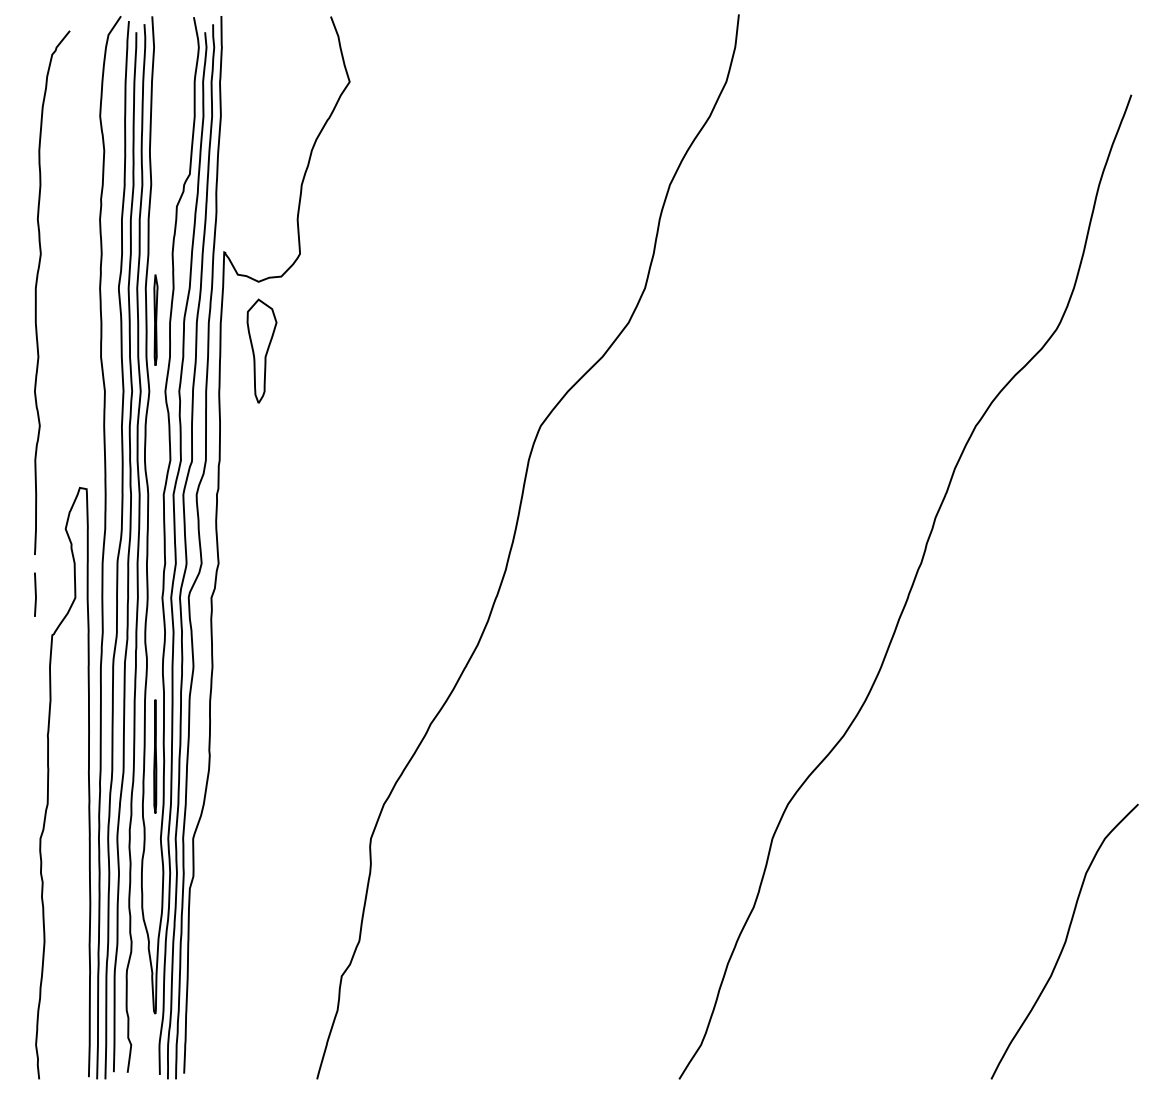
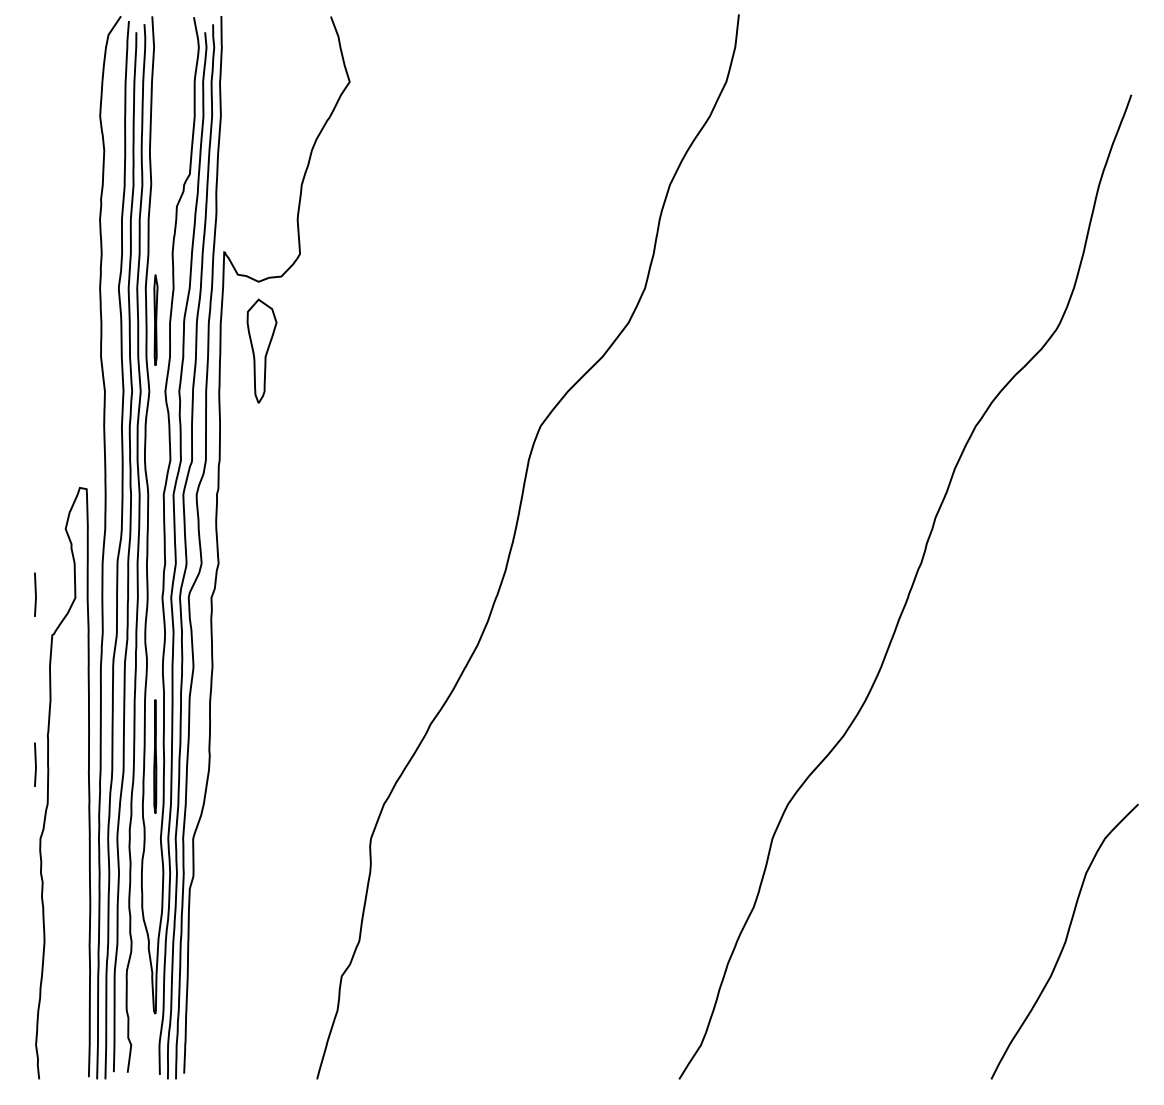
curve at (36, 292): present -> none
line at (35, 764): none -> present
